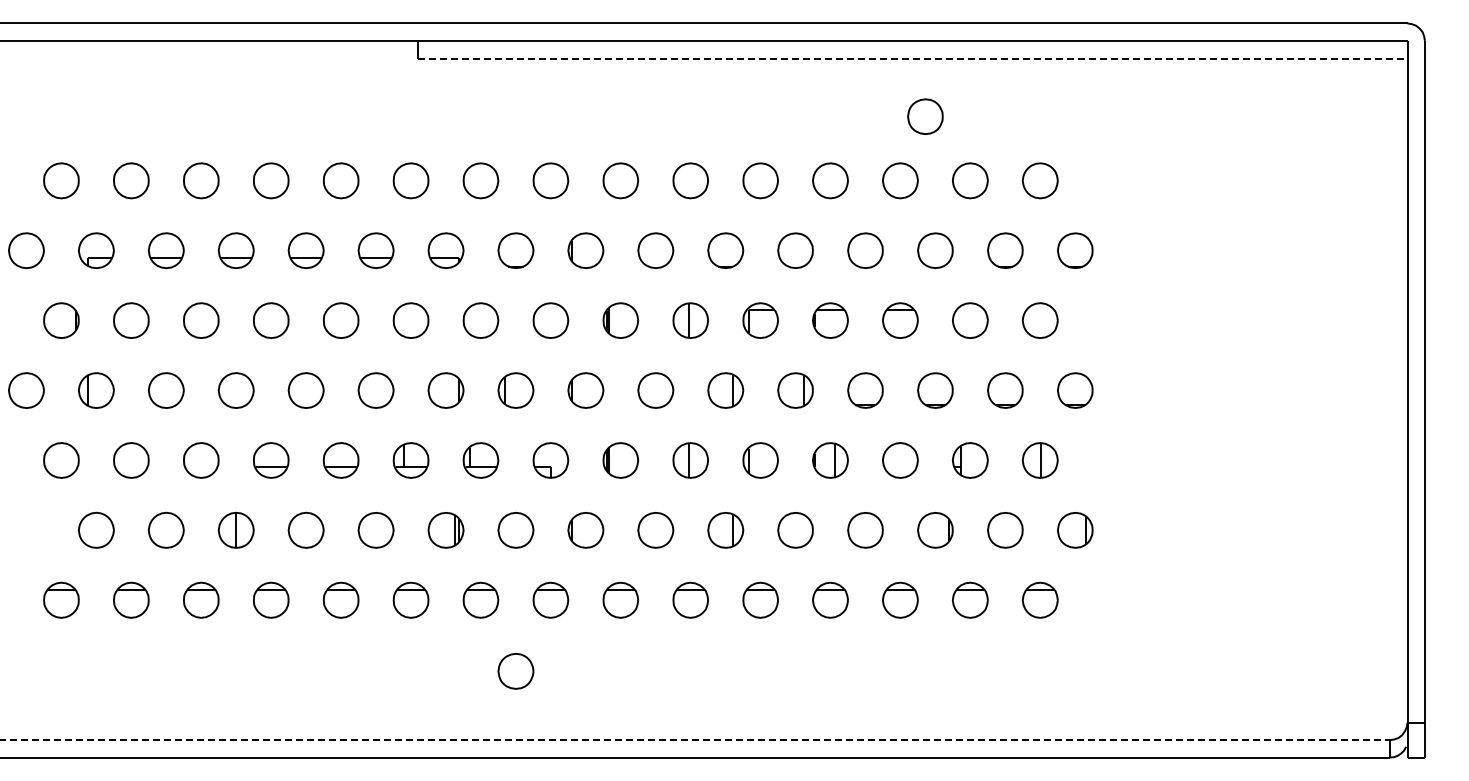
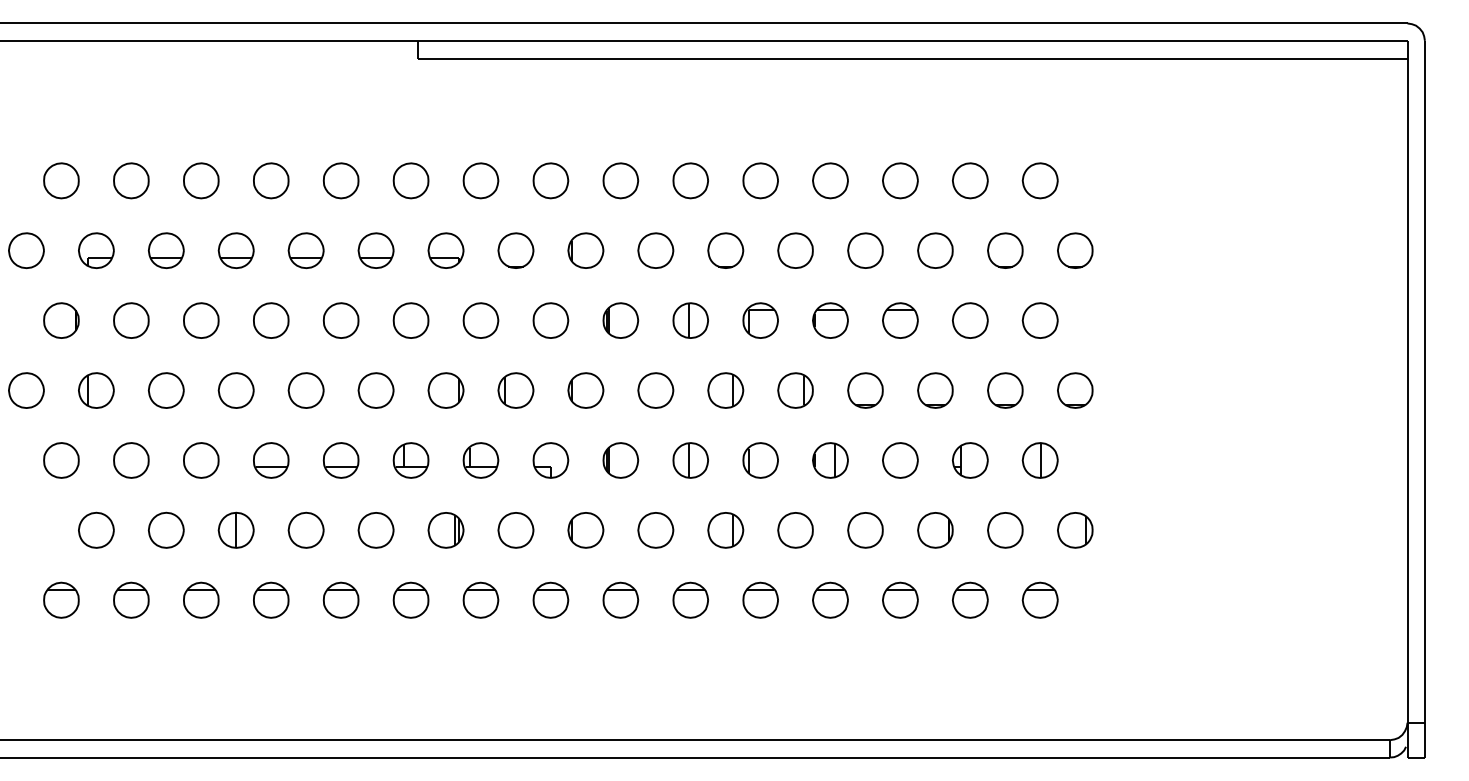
line at (912, 58): dashed -> solid
part at (925, 116): present -> none
part at (515, 671): present -> none
line at (695, 740): dashed -> solid
